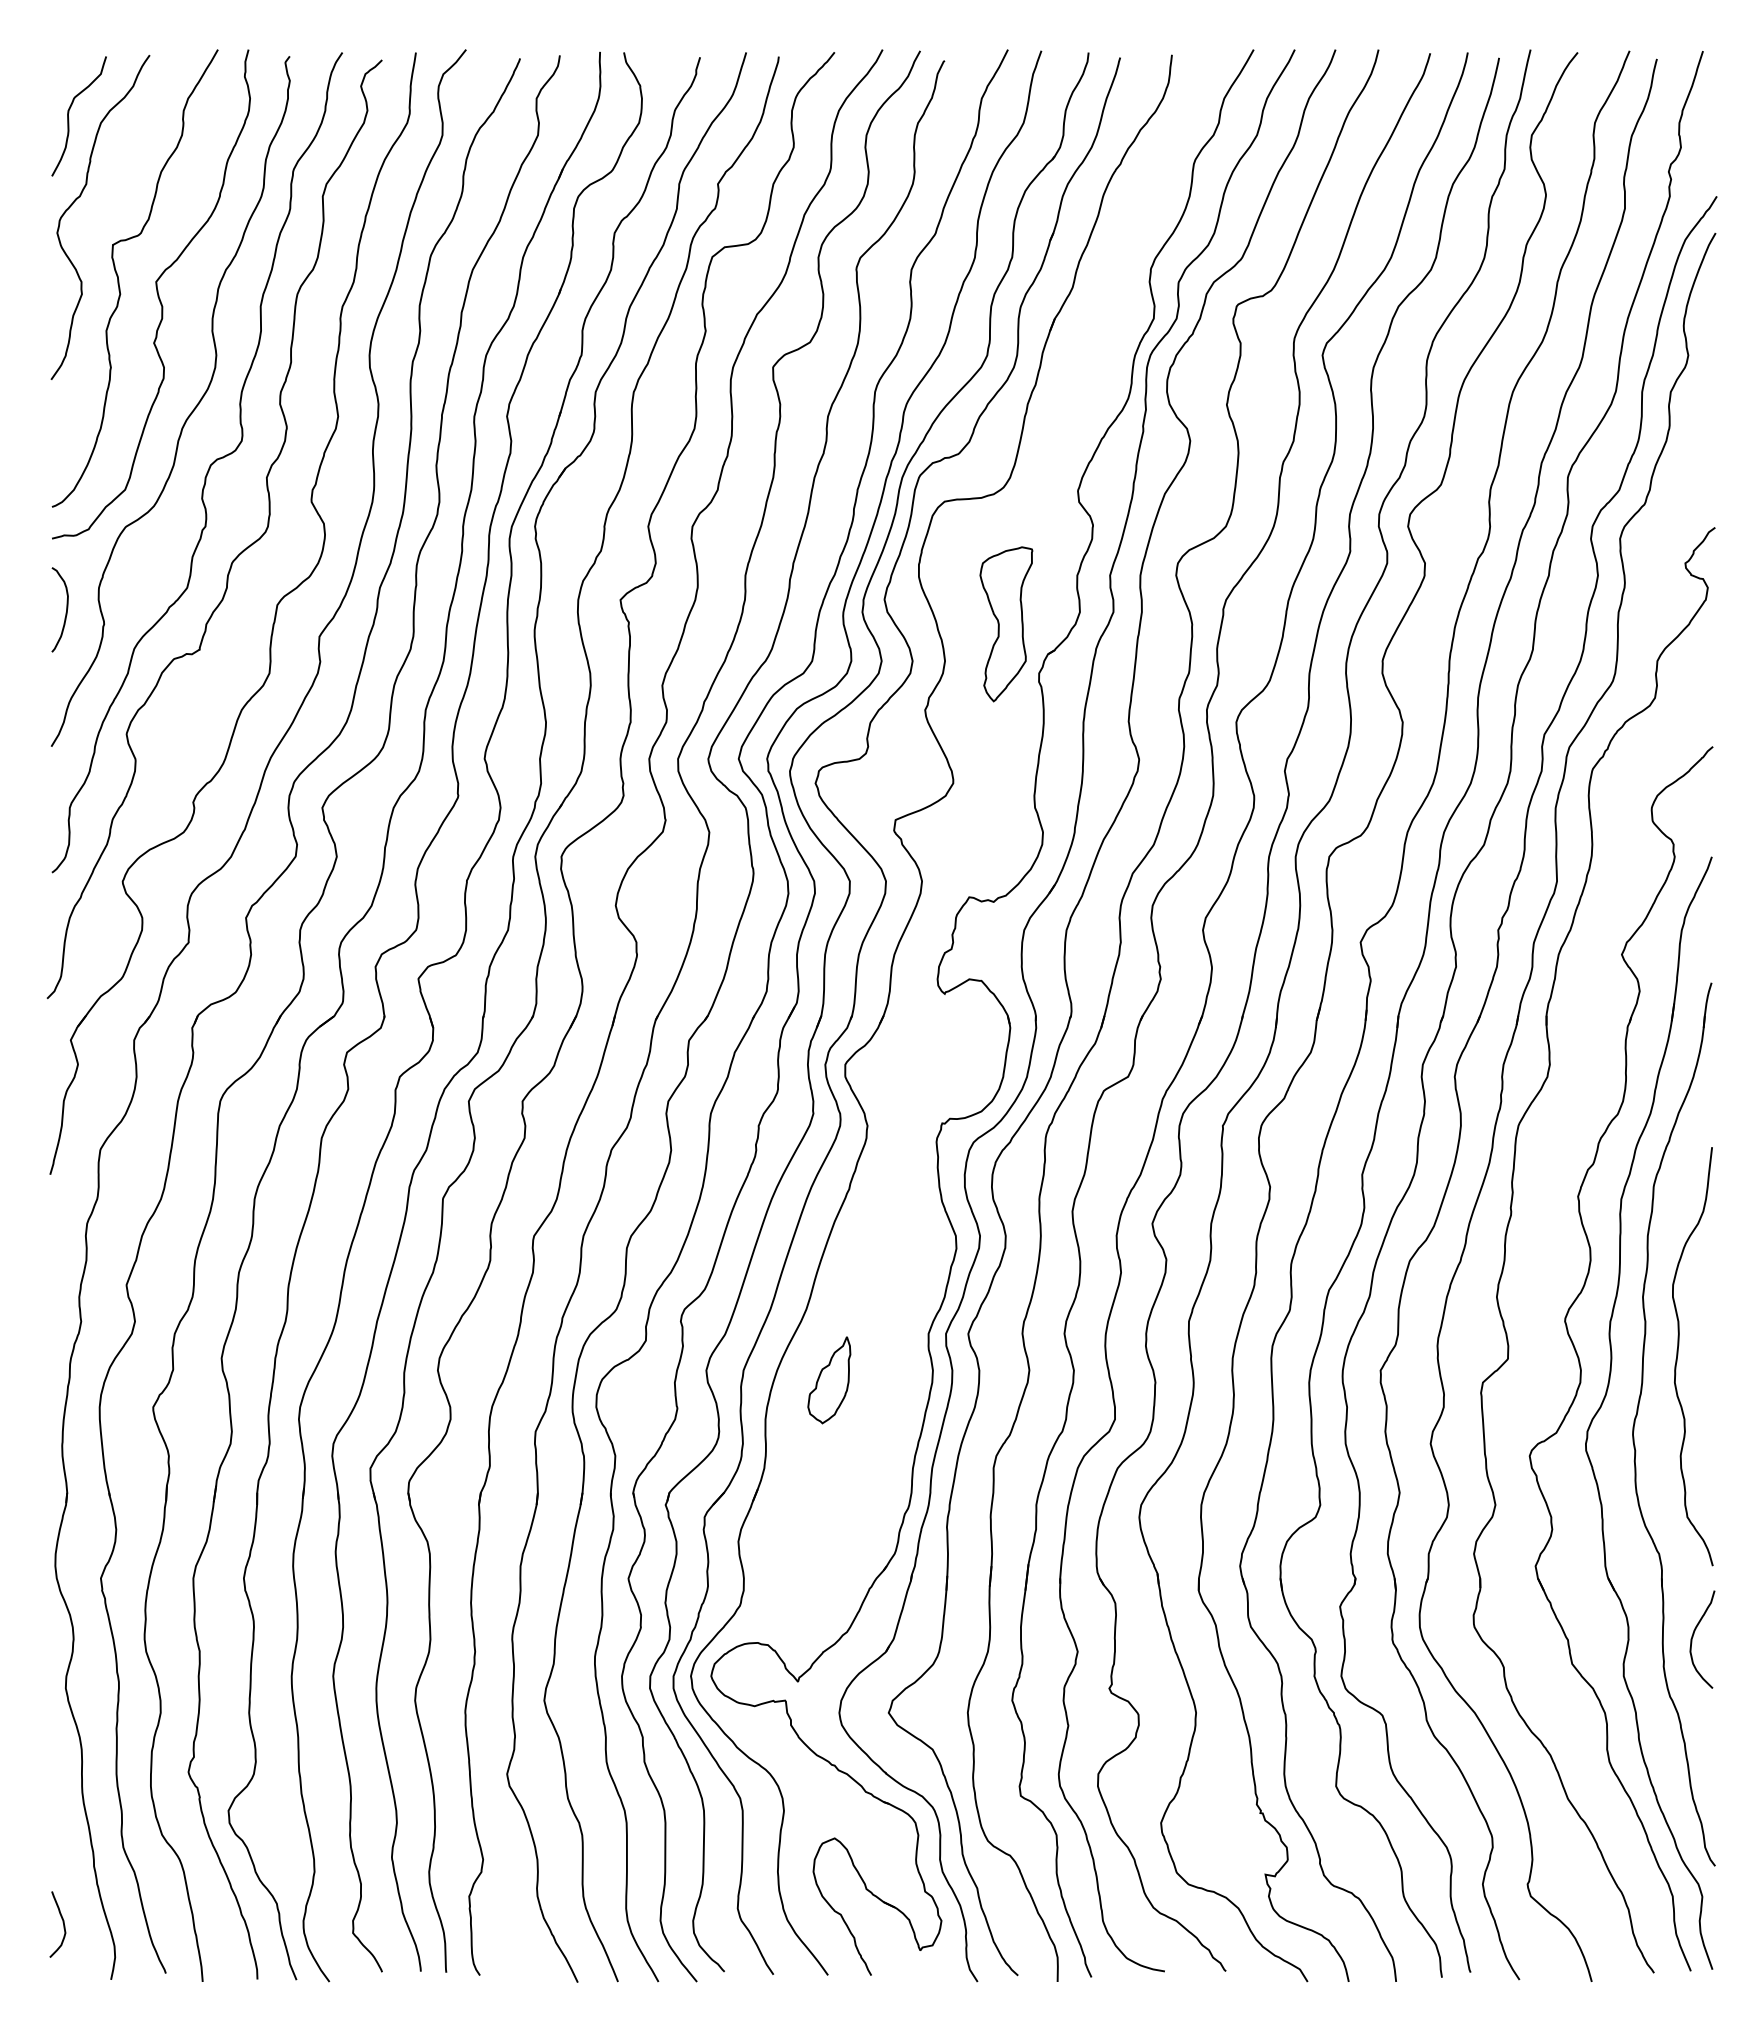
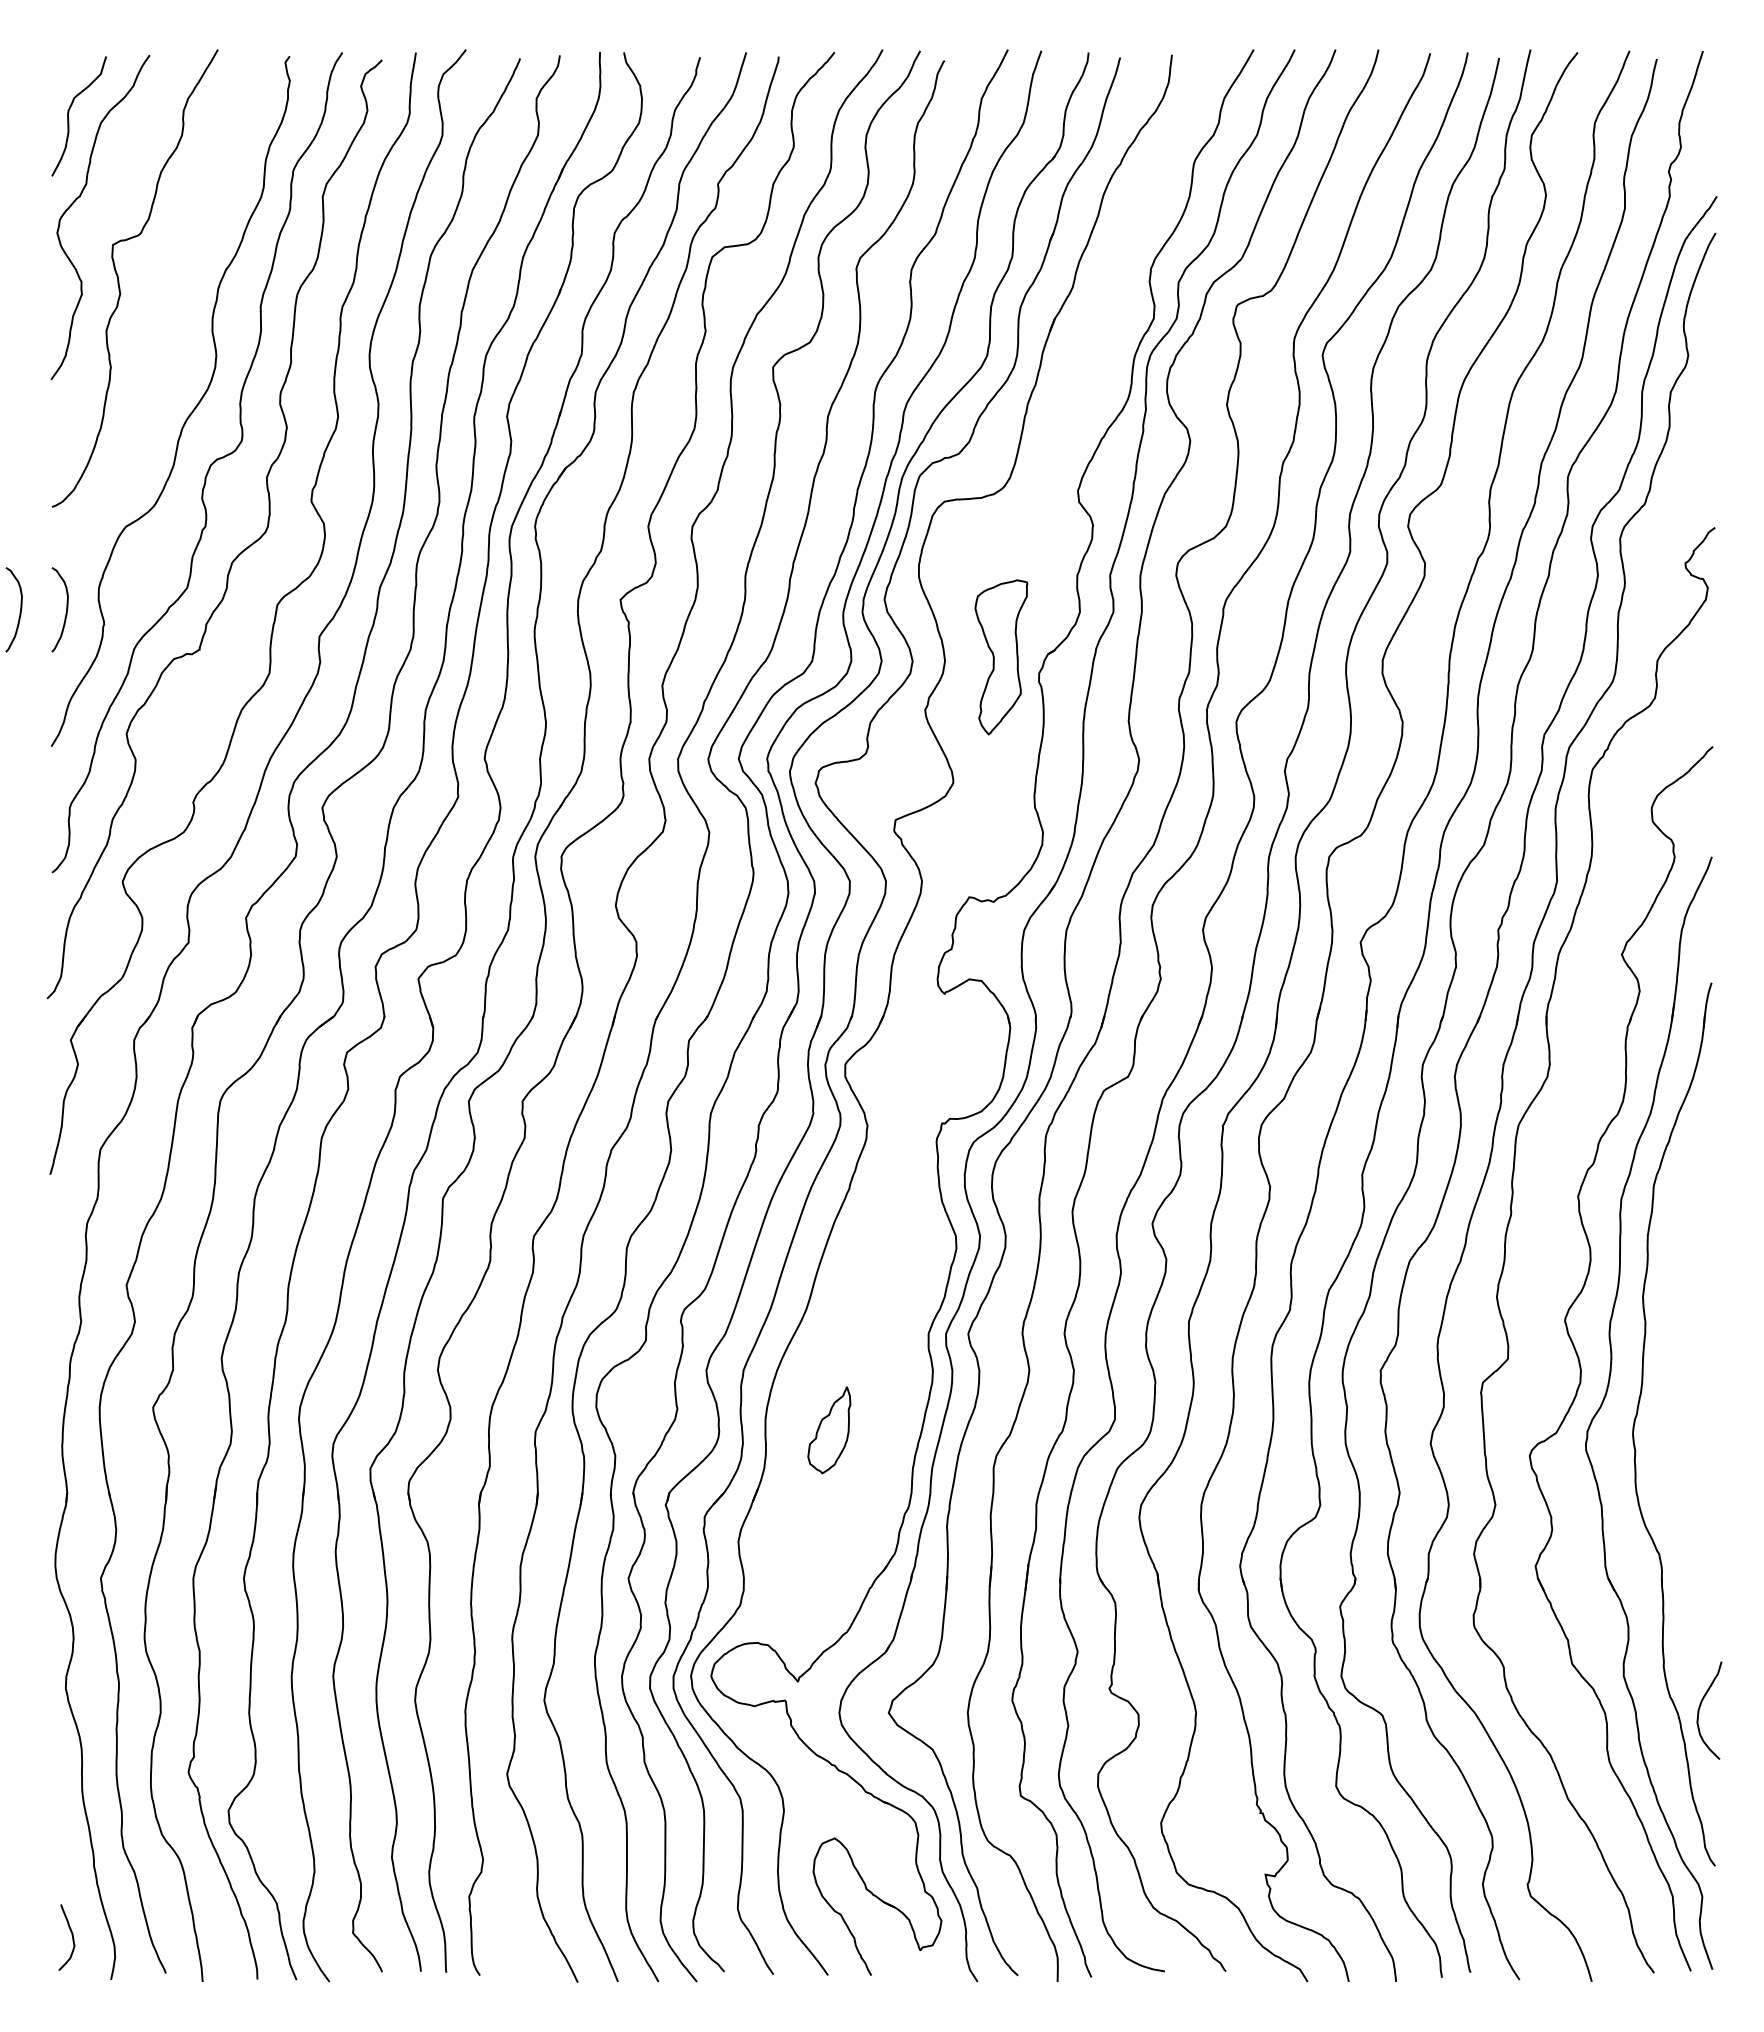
curve at (156, 292): present -> none
curve at (19, 612): none -> present
part at (1006, 624) position: (1006, 624) -> (1001, 657)
curve at (1678, 1355): present -> none
part at (829, 1380) position: (829, 1380) -> (829, 1430)
curve at (1693, 1637) position: (1693, 1637) -> (1700, 1708)
curve at (62, 1922) position: (62, 1922) -> (71, 1935)
